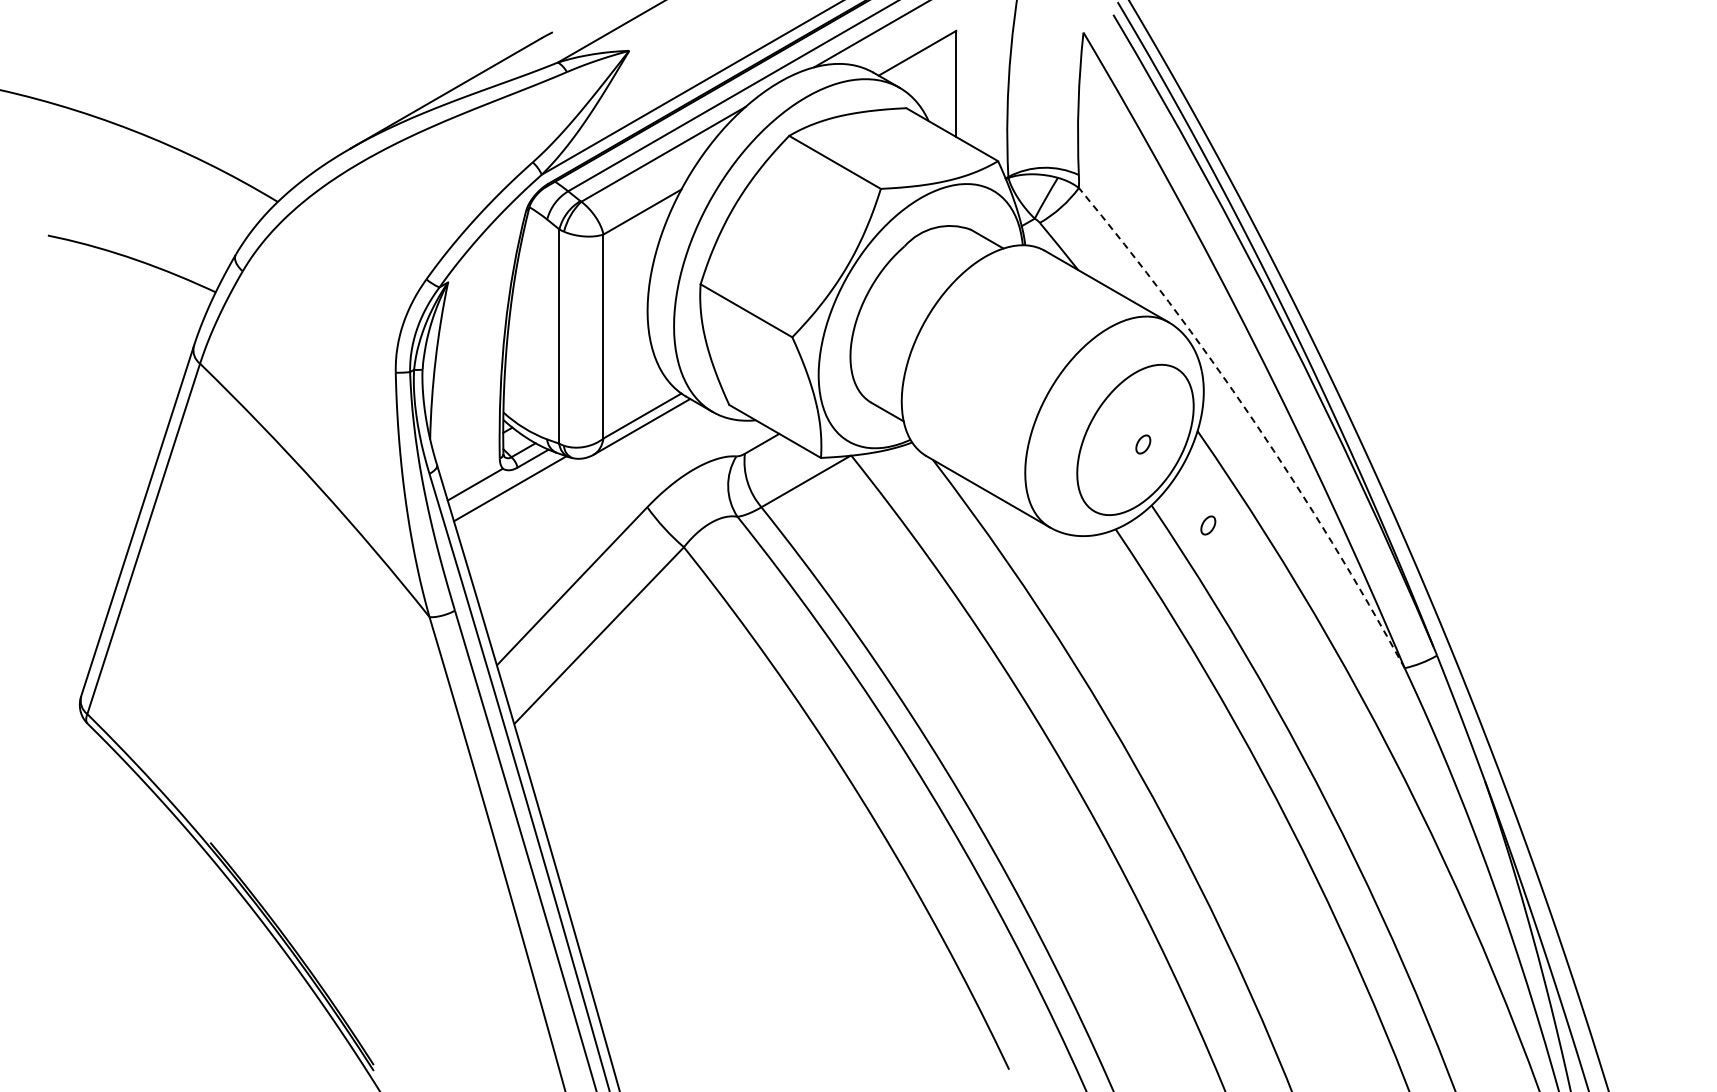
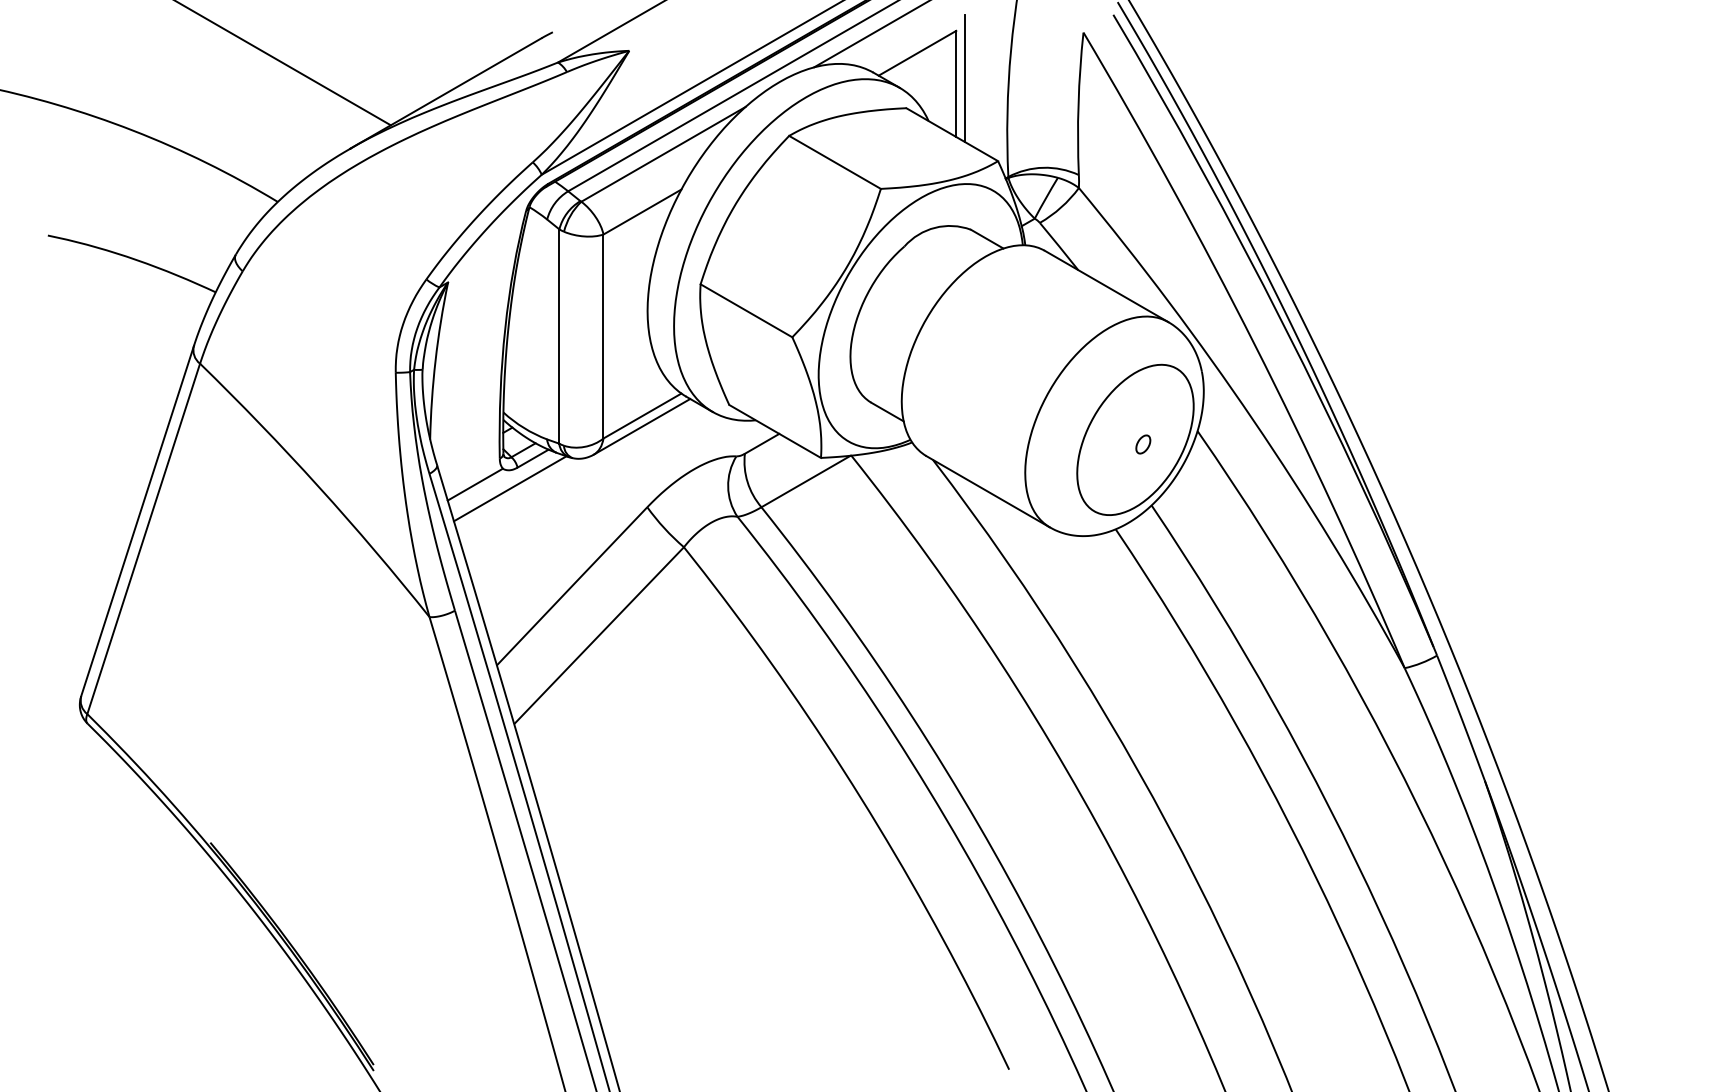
line at (283, 63): none -> present
line at (965, 78): none -> present
arc at (1253, 420): dashed -> solid
part at (1208, 525): present -> none
